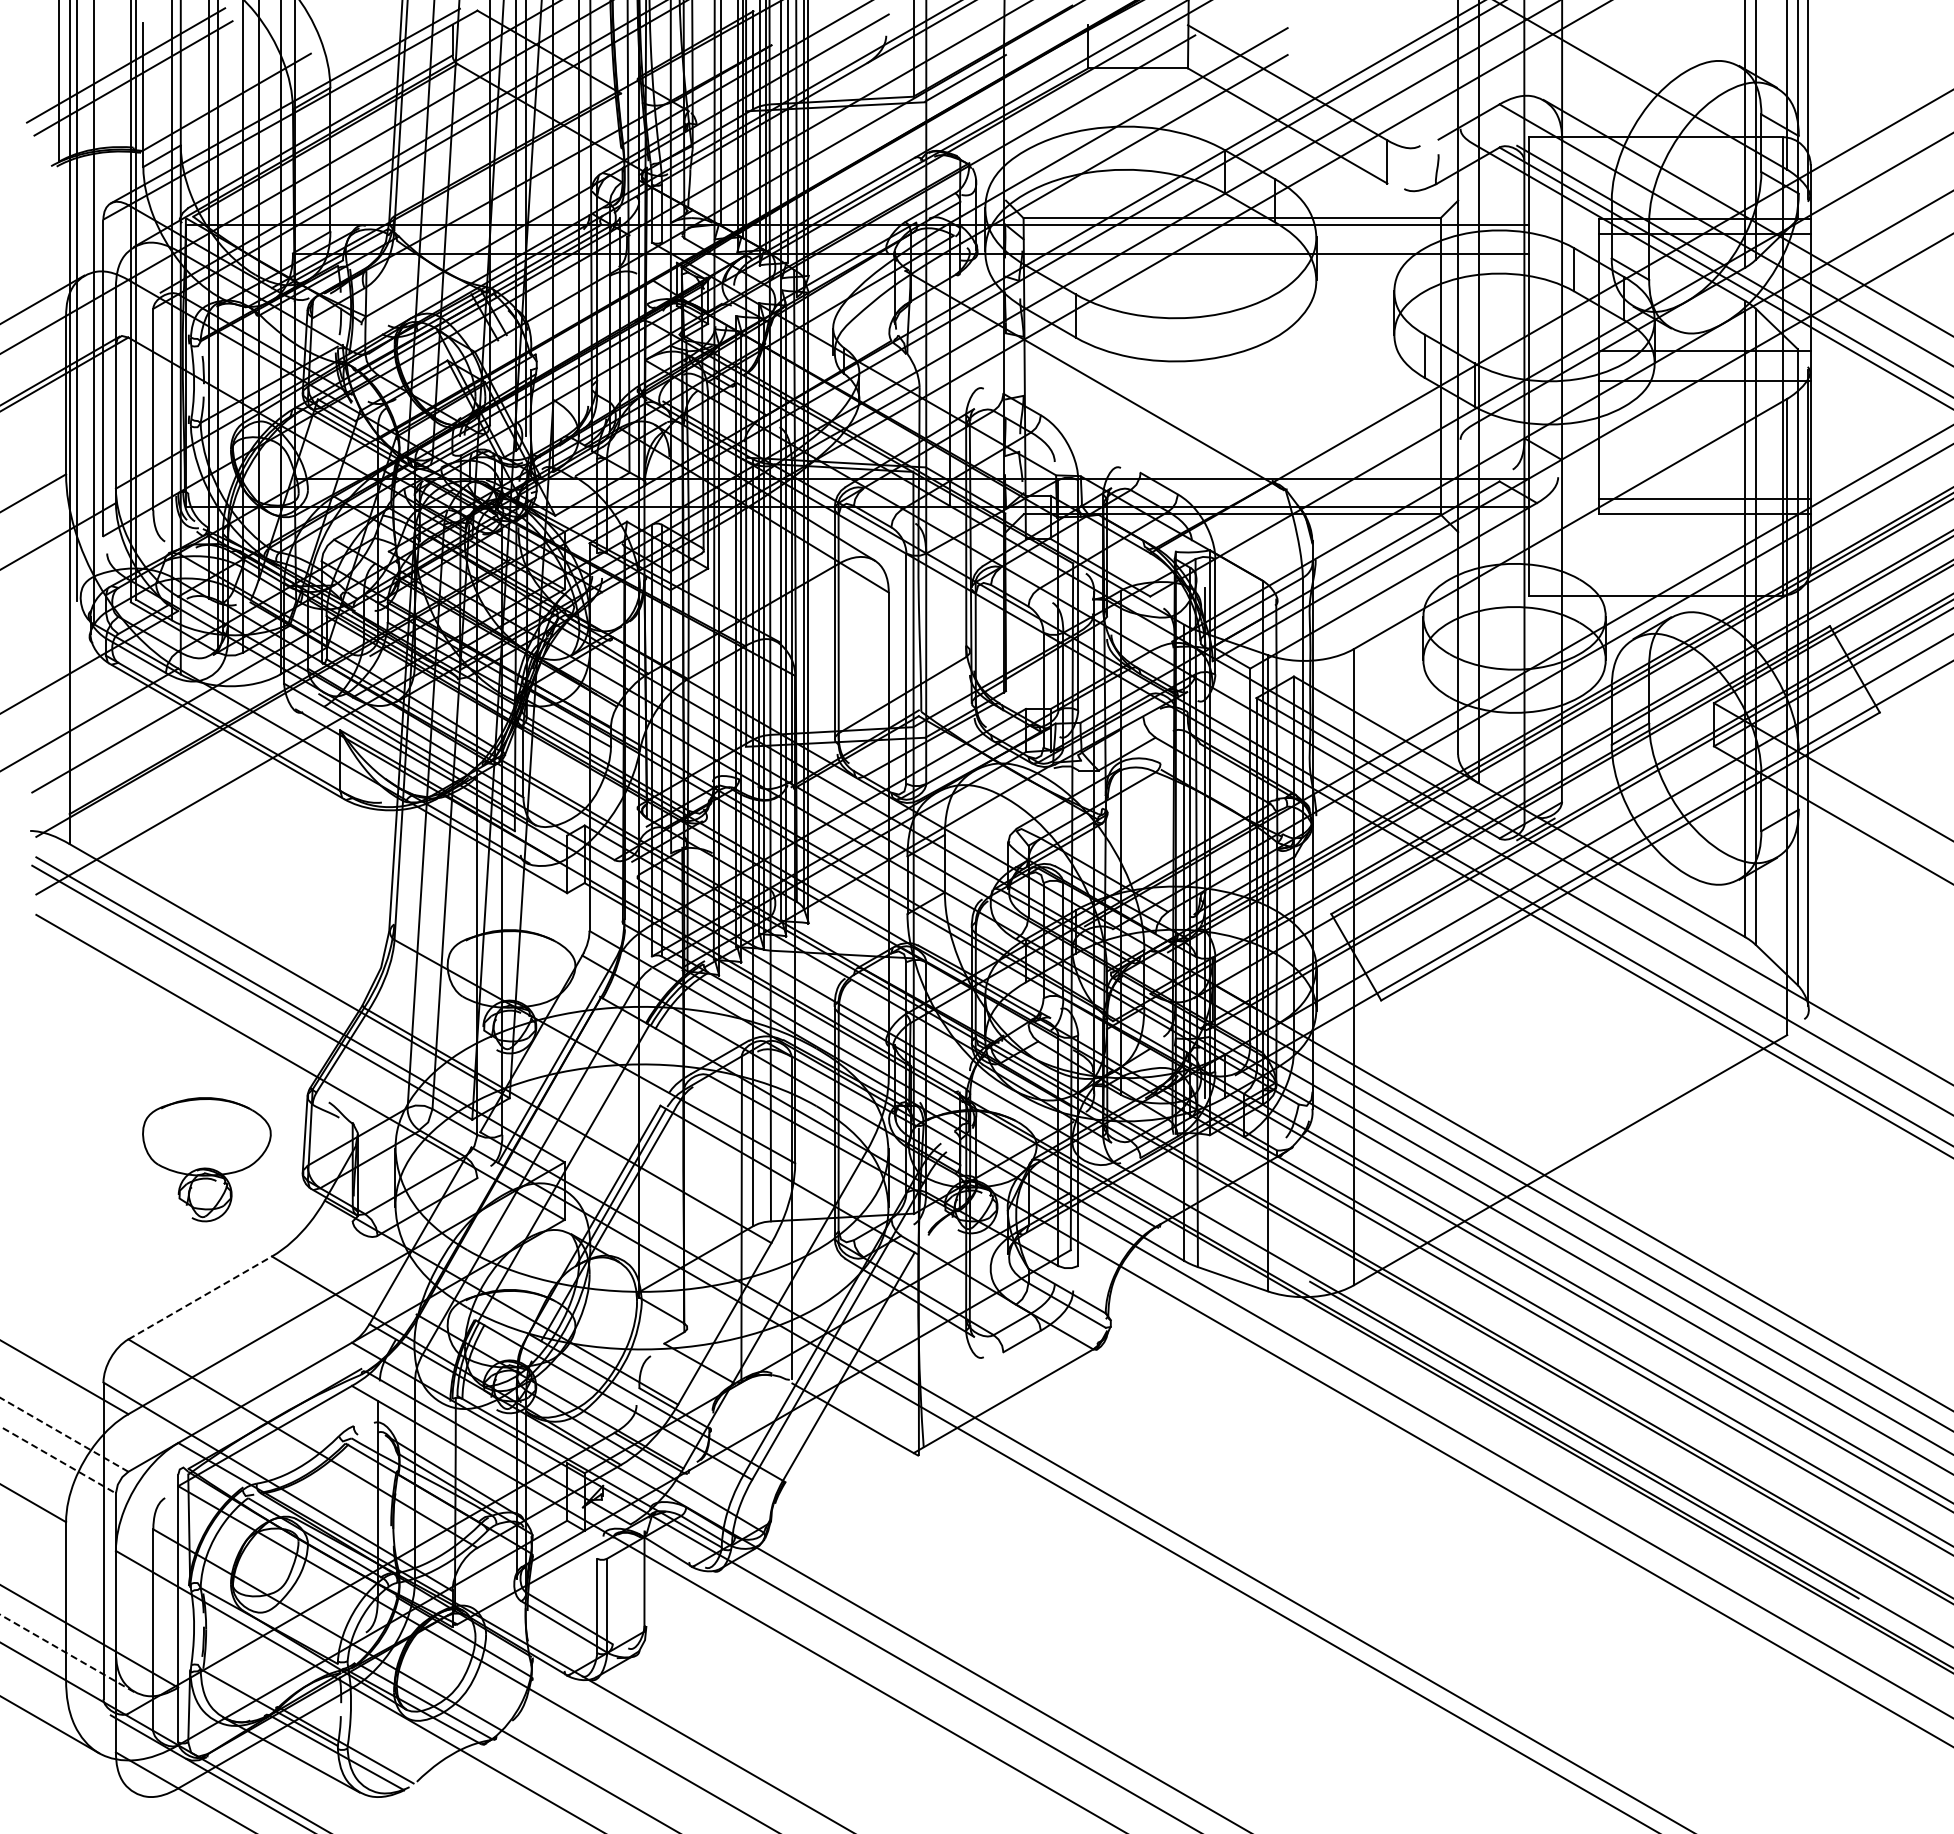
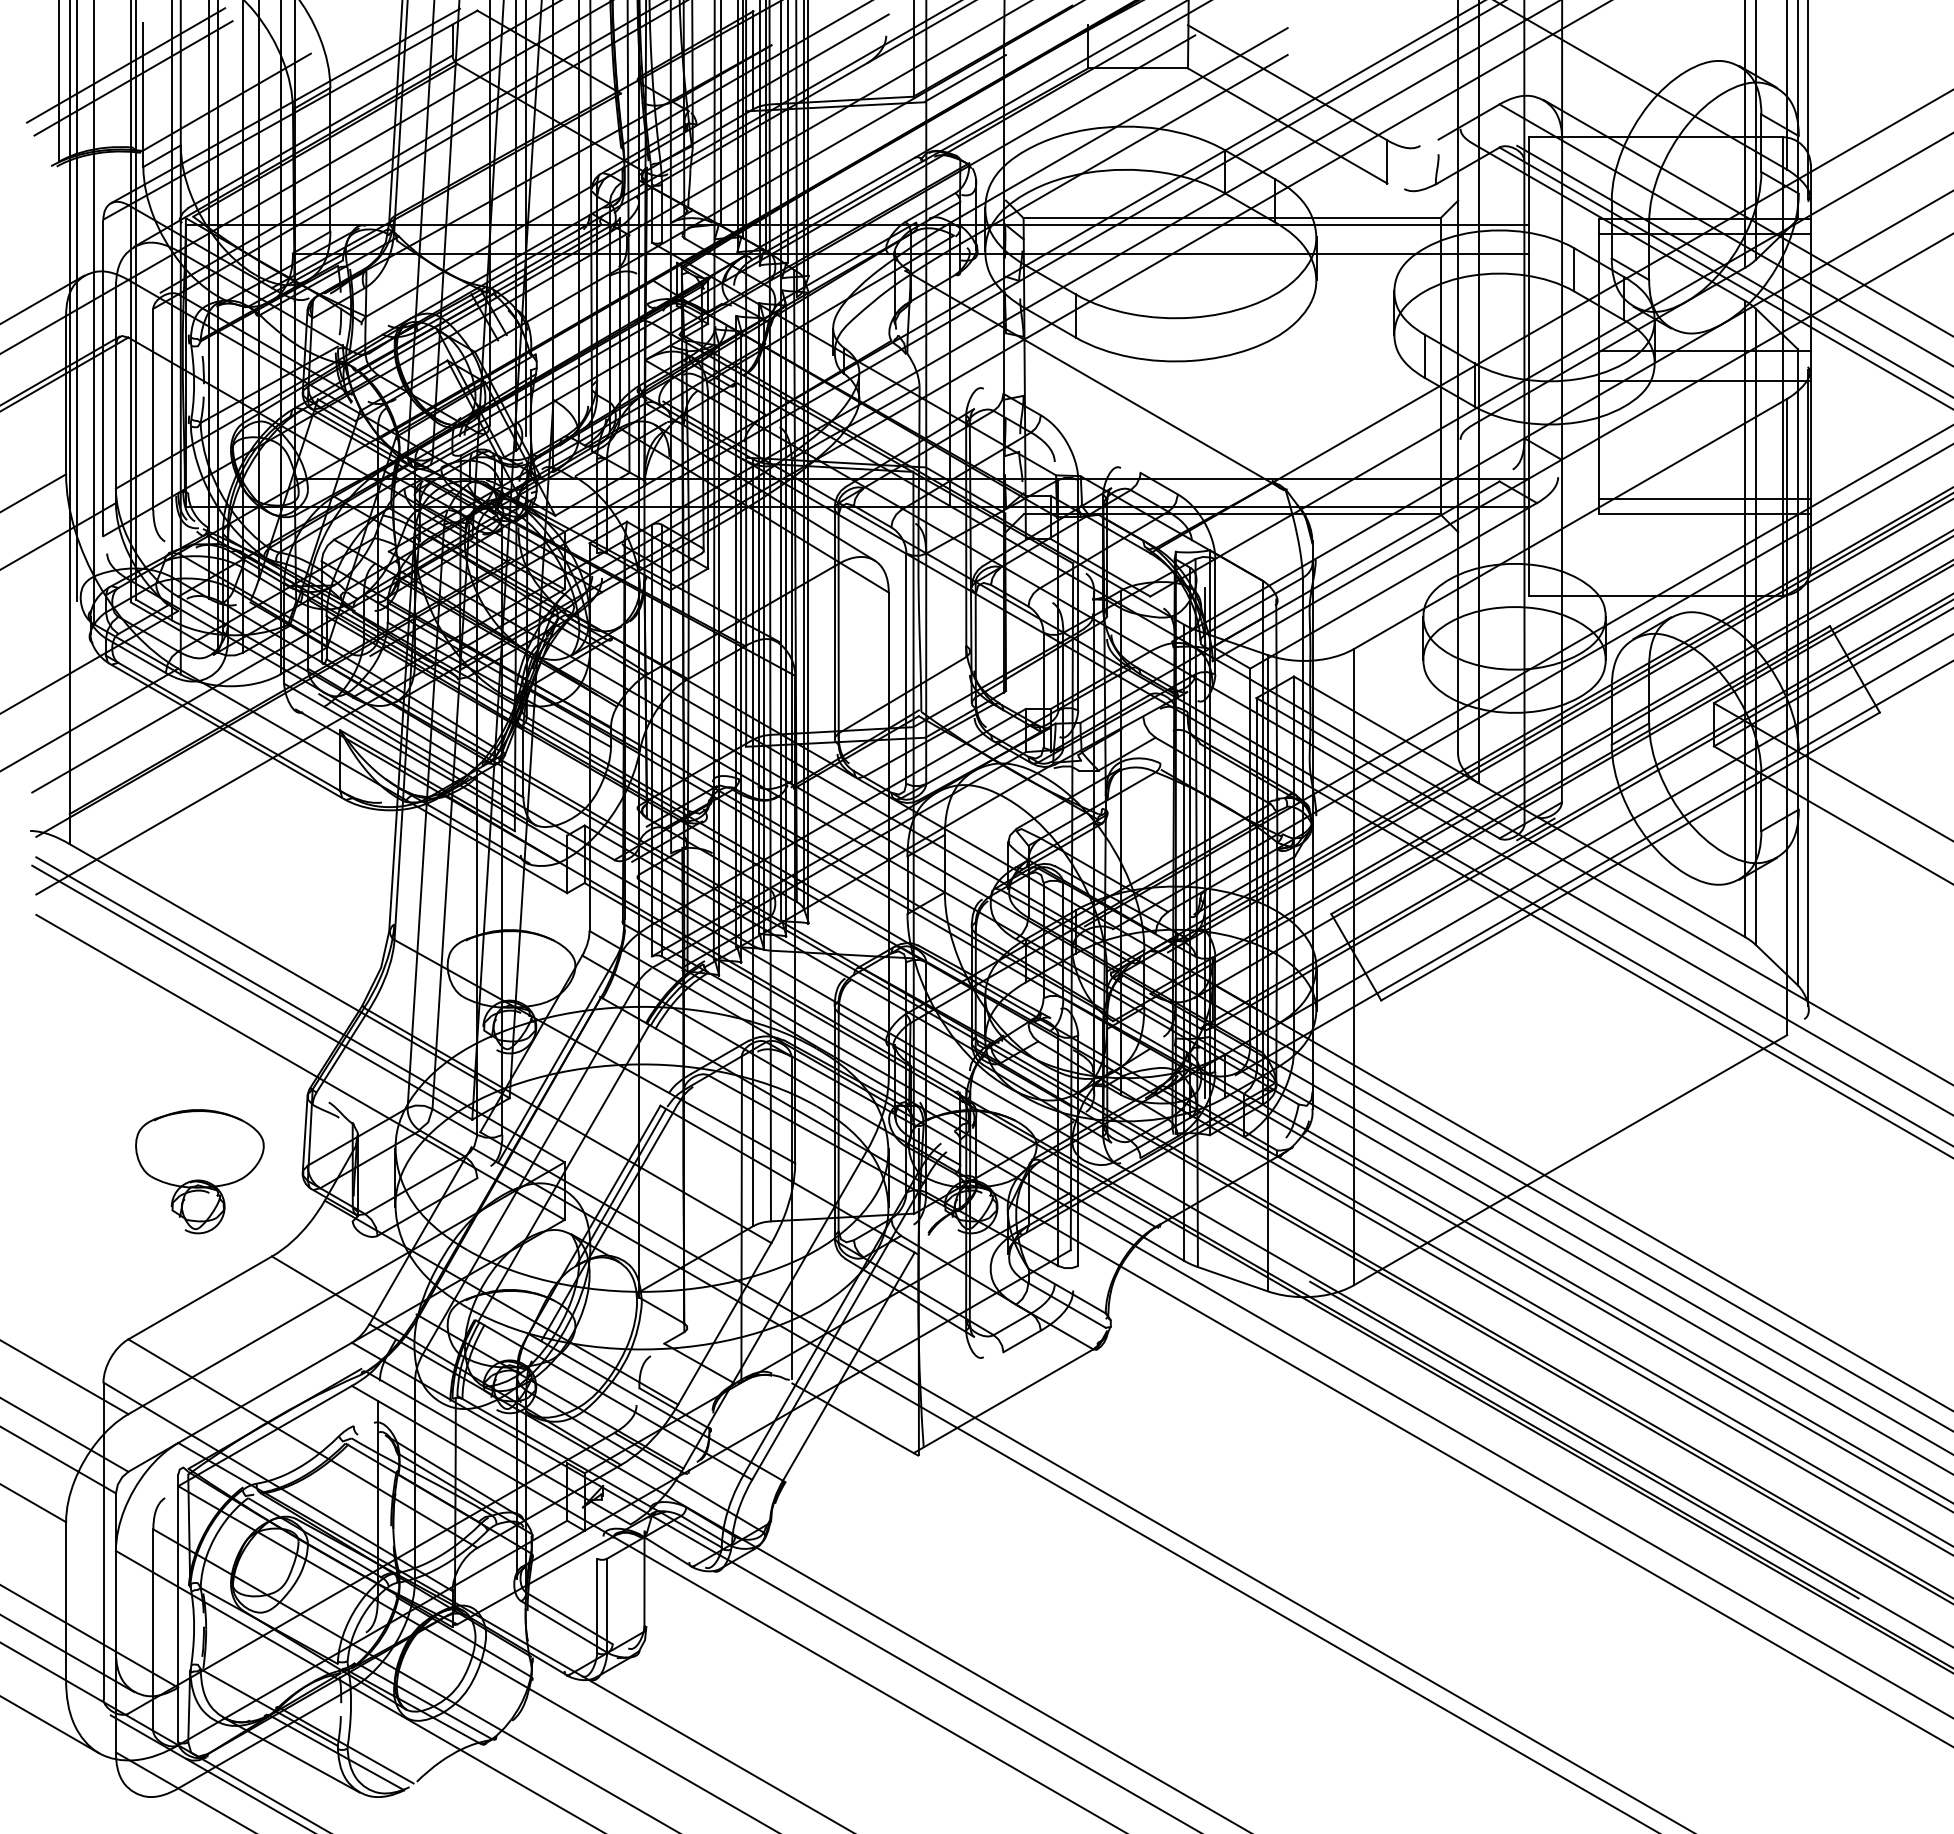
part at (206, 1159) position: (206, 1159) -> (199, 1171)
line at (200, 1297): dashed -> solid
line at (64, 1434): dashed -> solid
line at (58, 1460): dashed -> solid
line at (66, 1653): dashed -> solid
